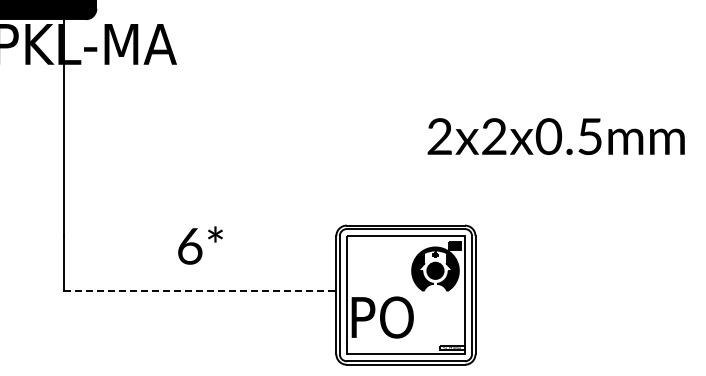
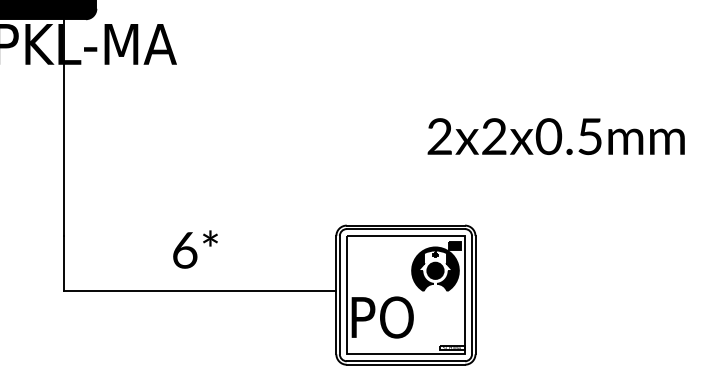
text at (200, 245) position: (200, 245) -> (195, 249)
line at (200, 290): dashed -> solid
